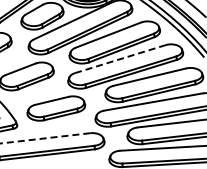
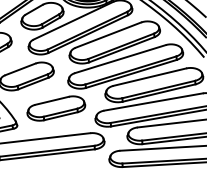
line at (120, 59): dashed -> solid
line at (44, 138): dashed -> solid
